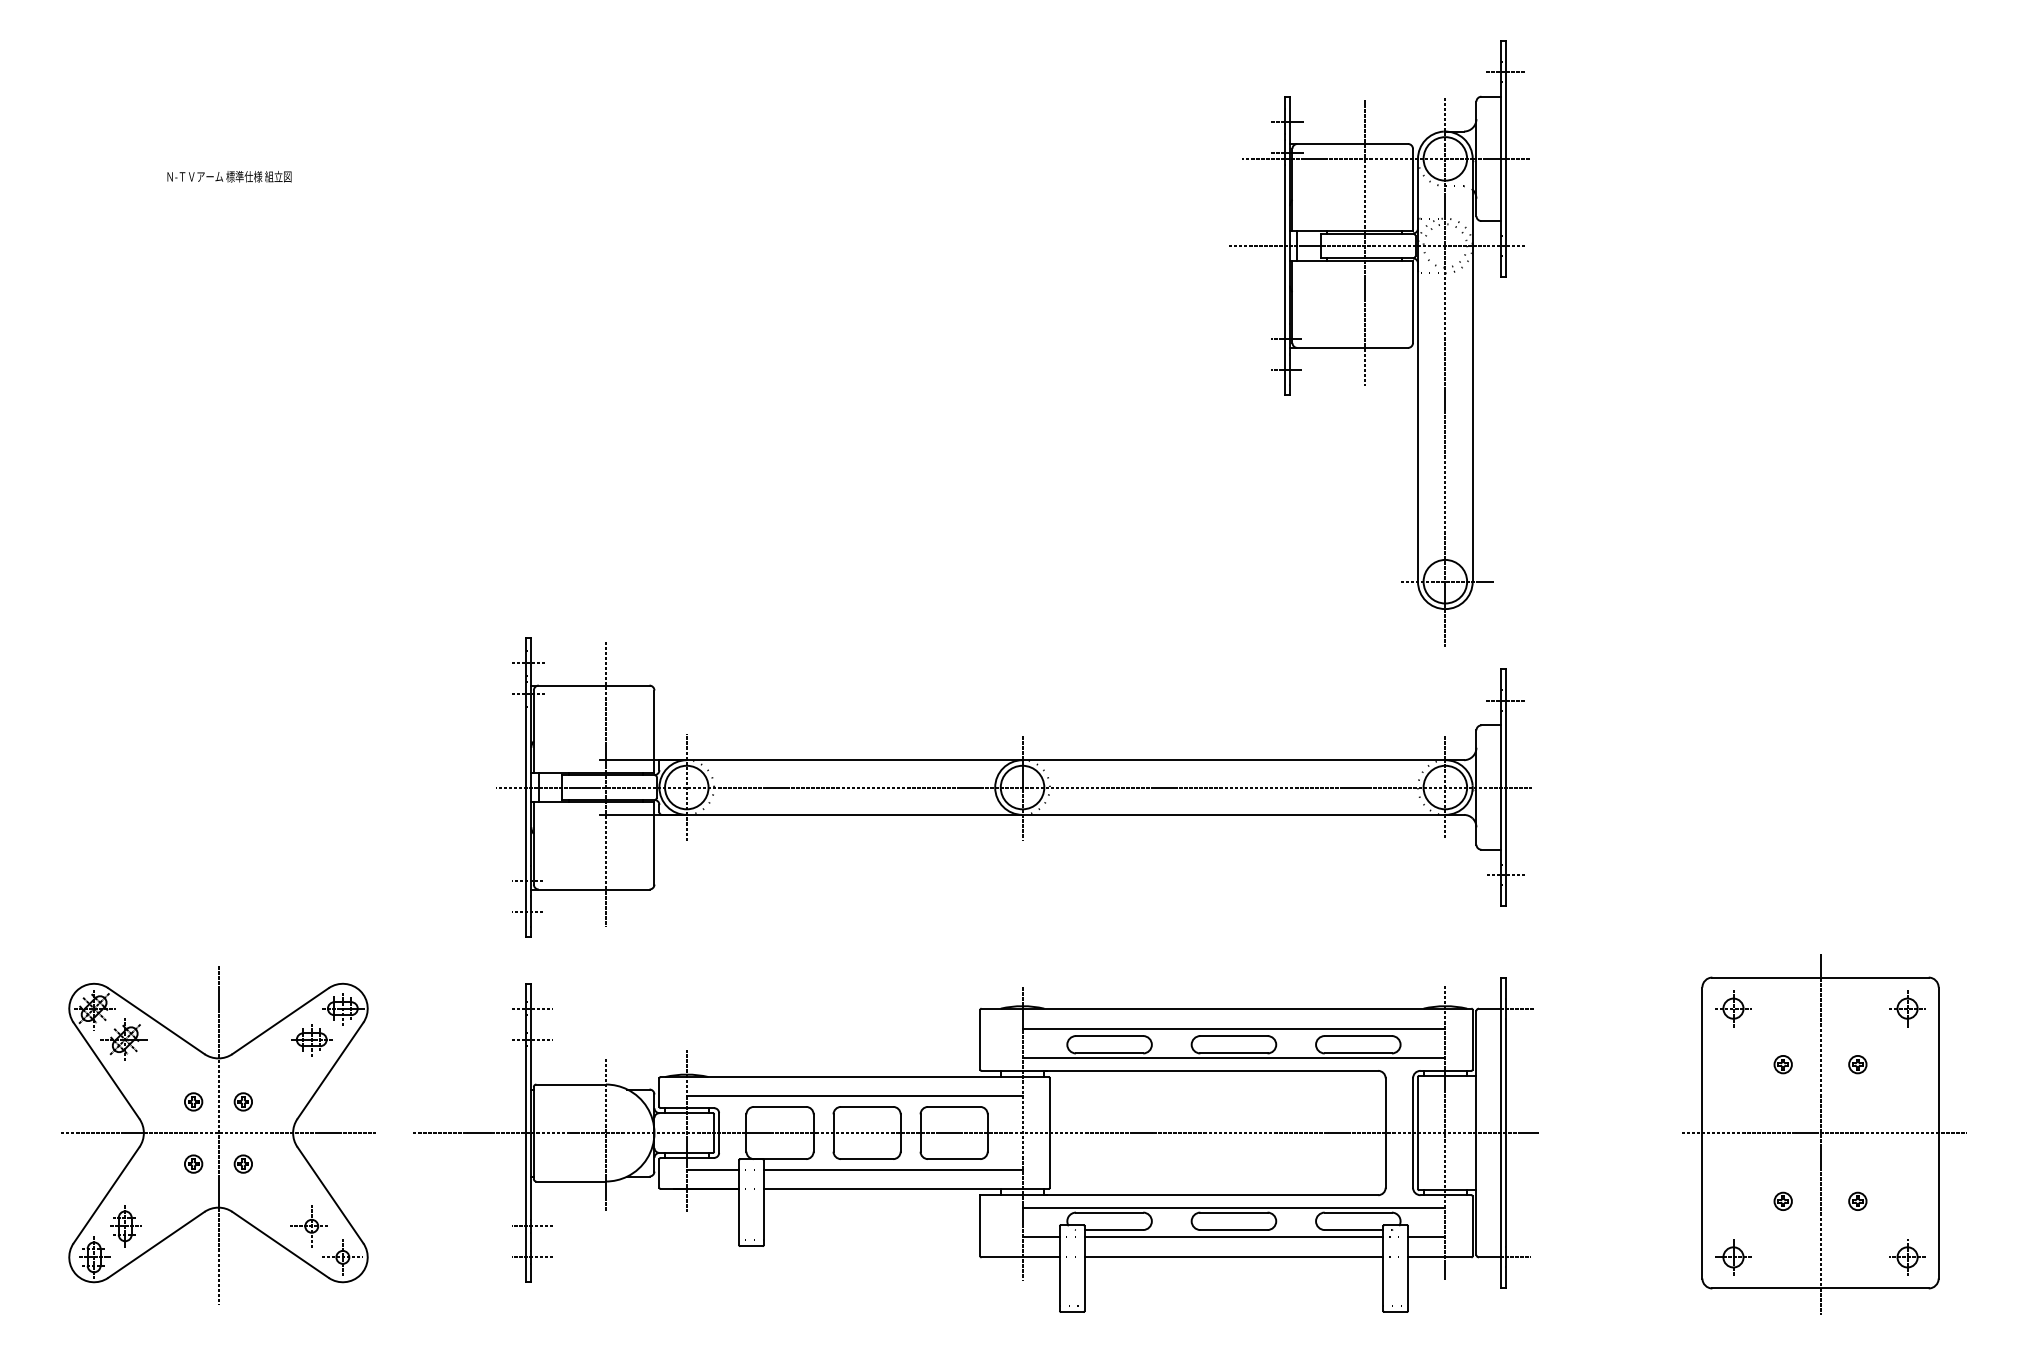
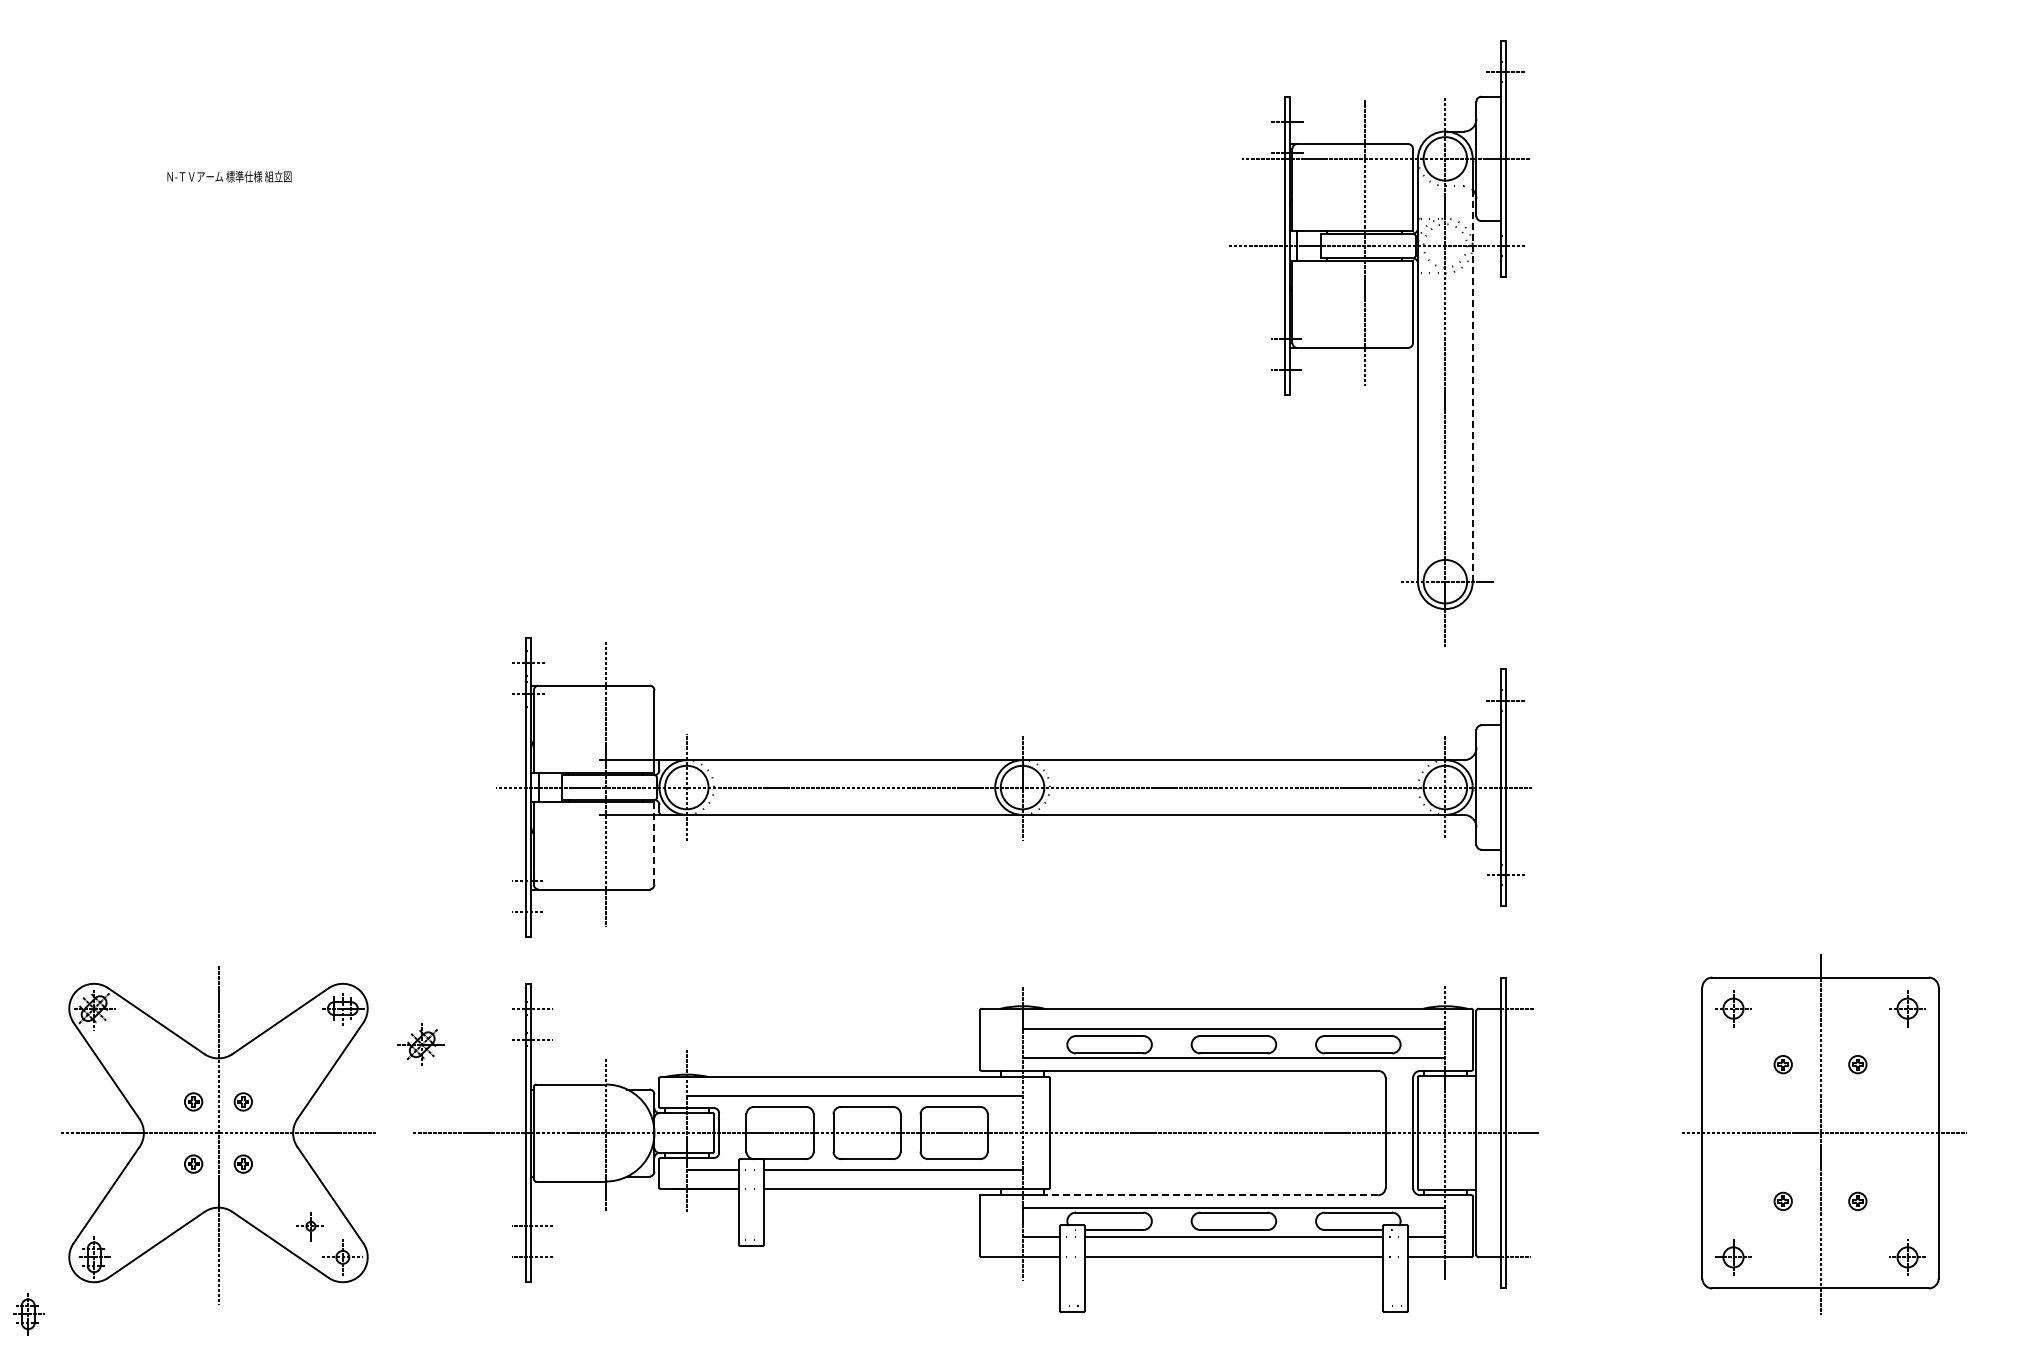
line at (1472, 385): solid -> dashed
line at (654, 844): solid -> dashed
part at (123, 1039) position: (123, 1039) -> (420, 1044)
part at (311, 1040): present -> none
line at (1211, 1195): solid -> dashed
part at (125, 1226) position: (125, 1226) -> (28, 1314)
part at (308, 1226) size: 38x43 px -> 28x30 px
